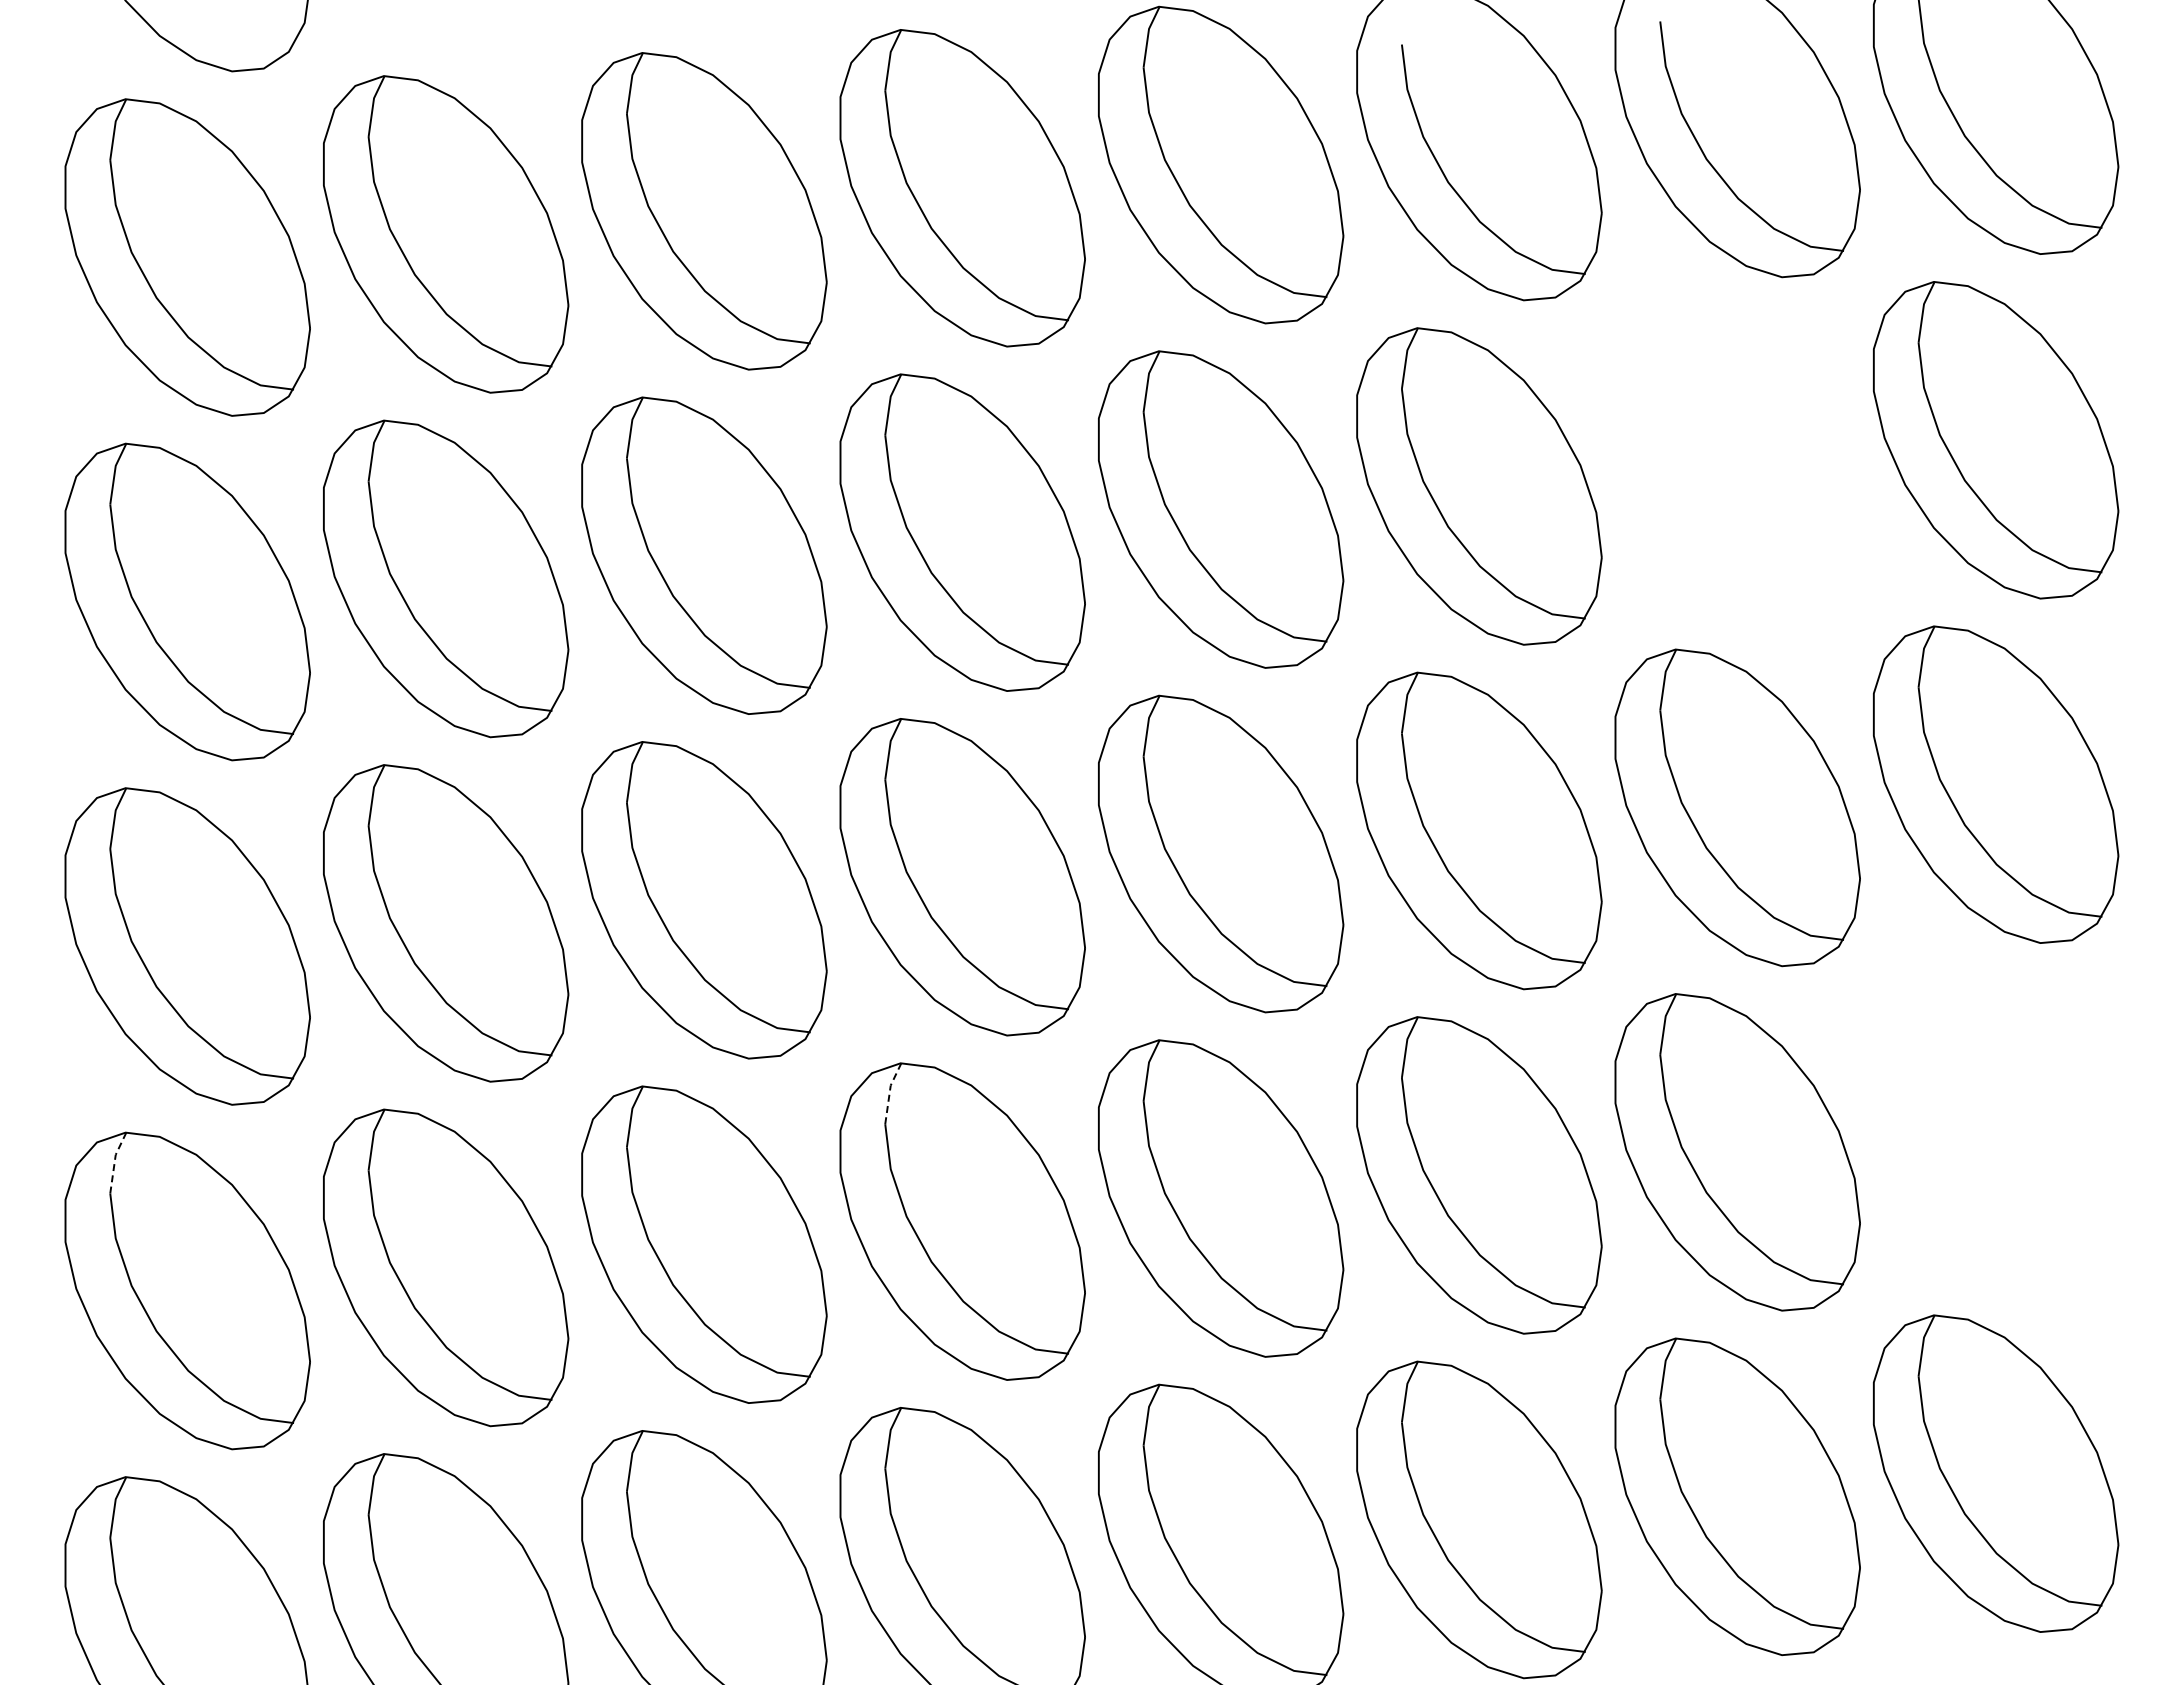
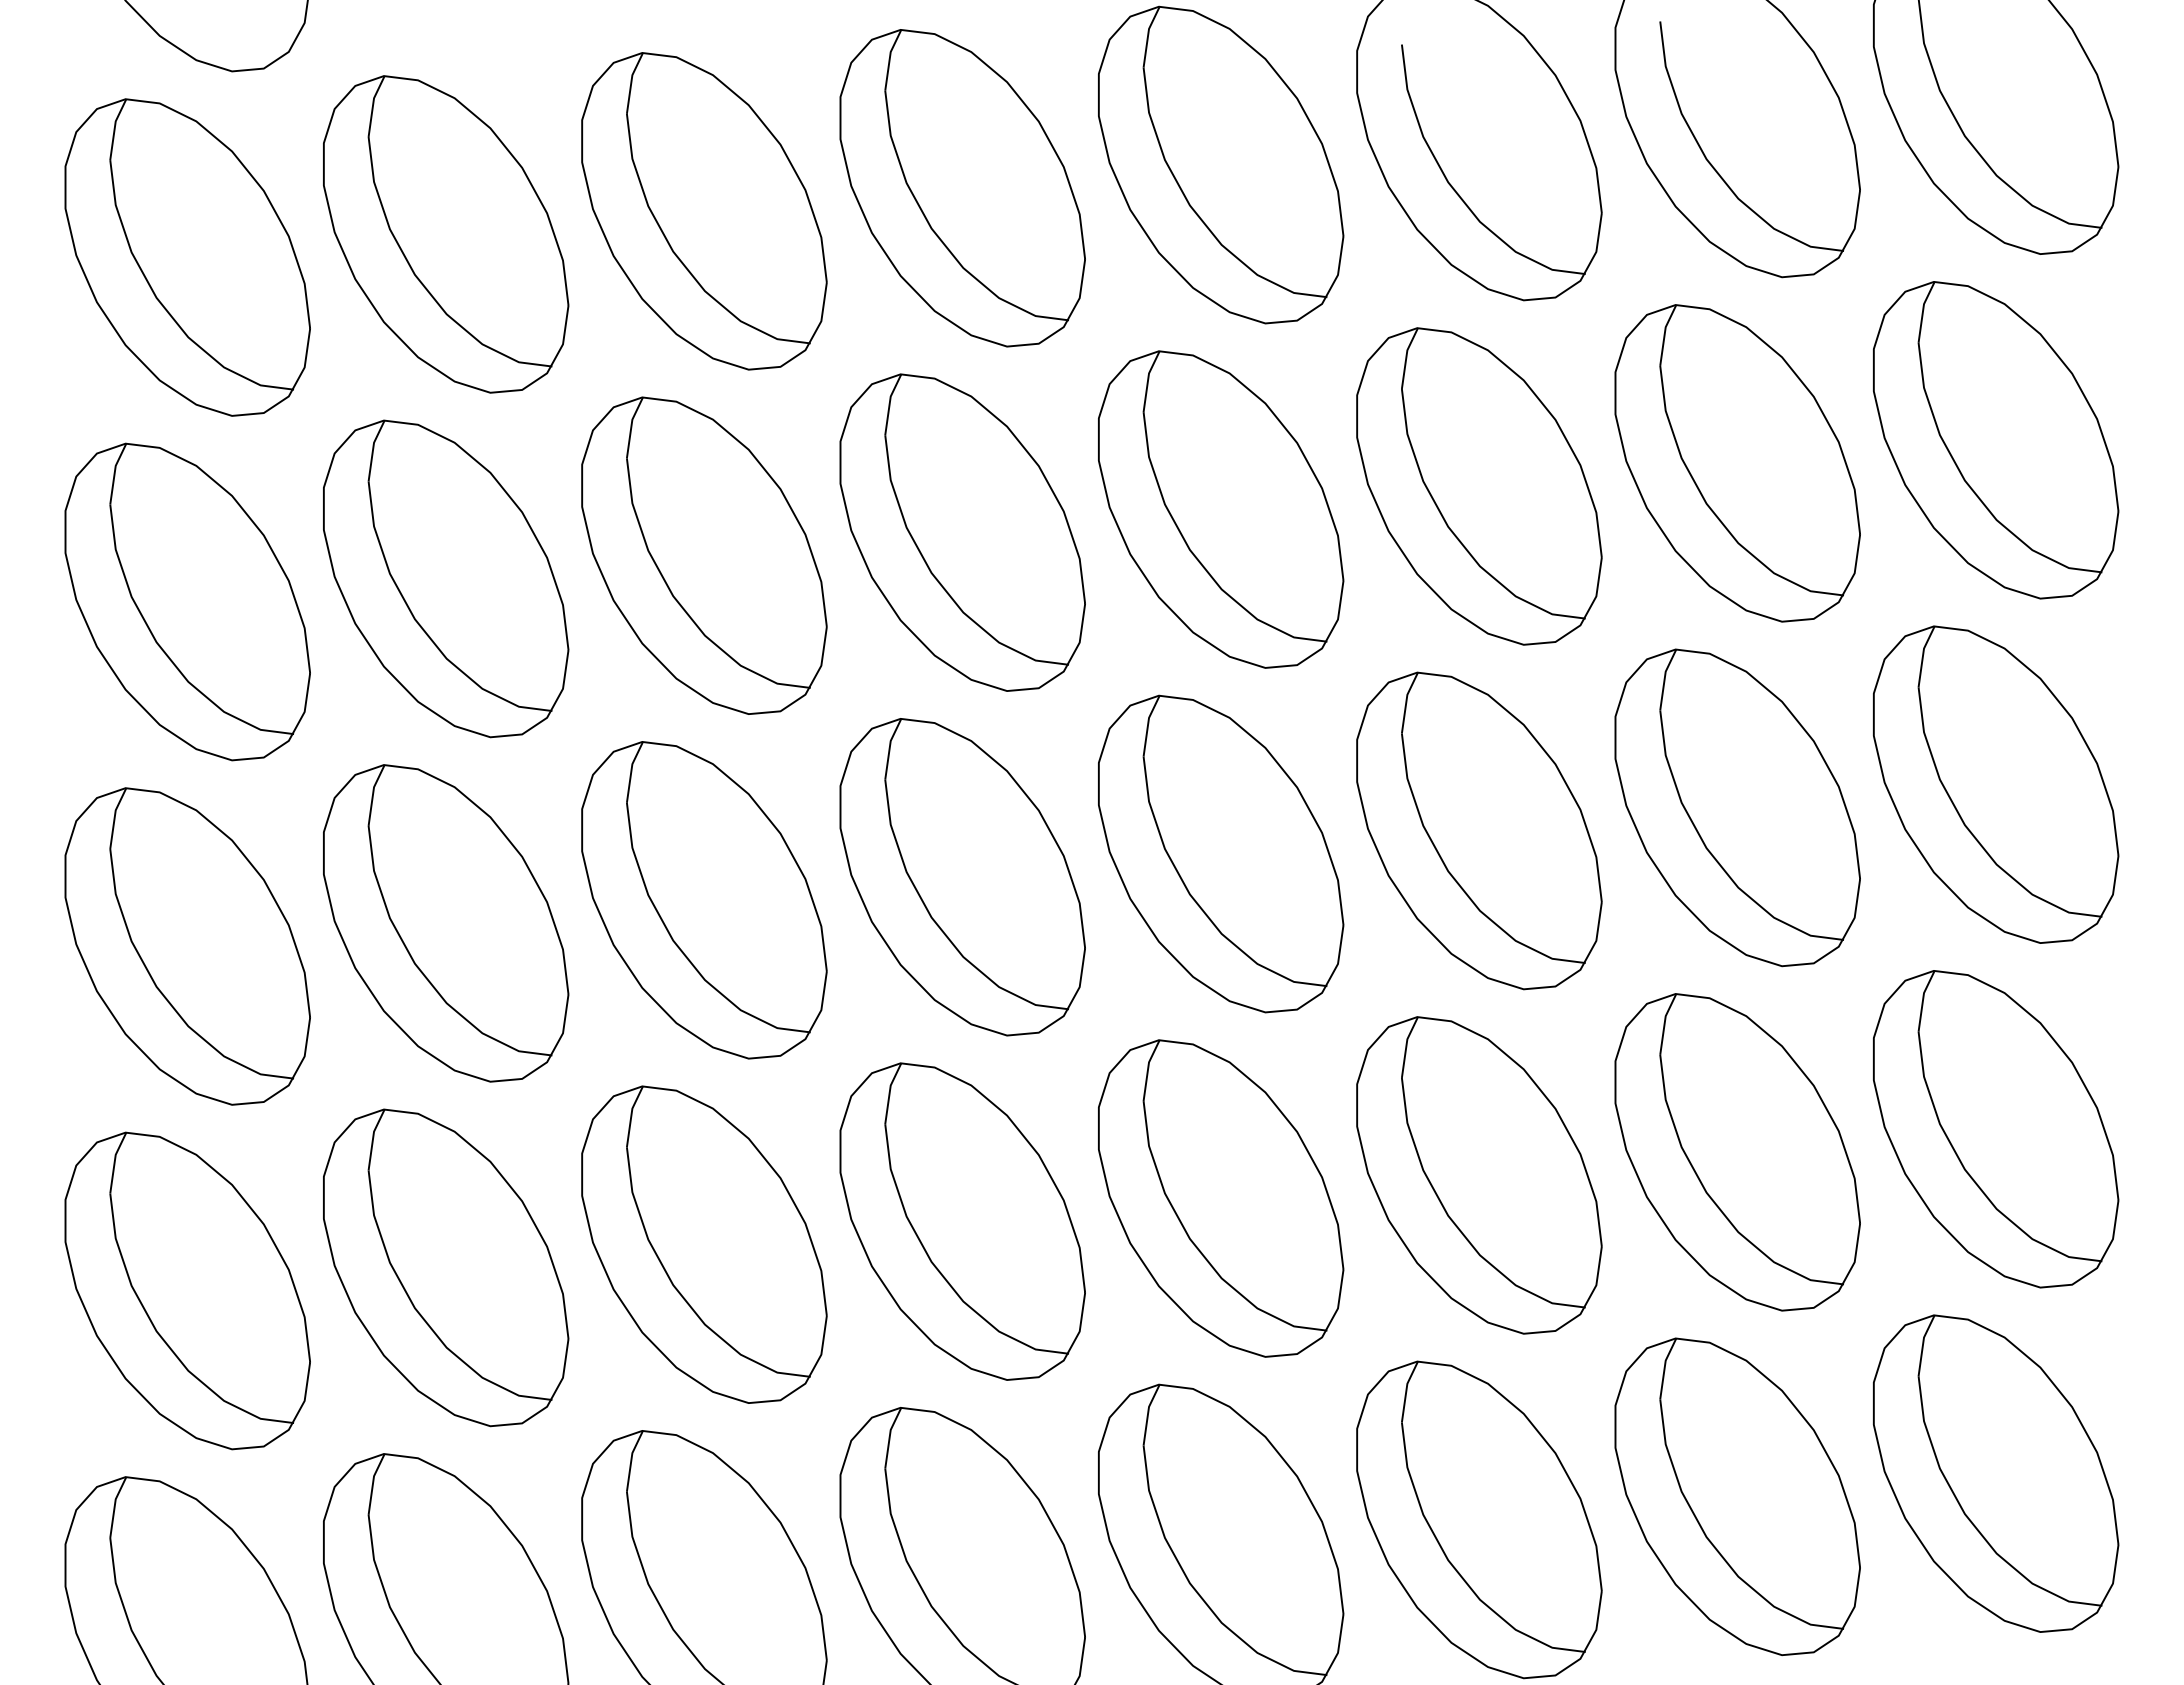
part at (1737, 463): none -> present
line at (889, 1092): dashed -> solid
part at (1996, 1129): none -> present
line at (114, 1161): dashed -> solid
